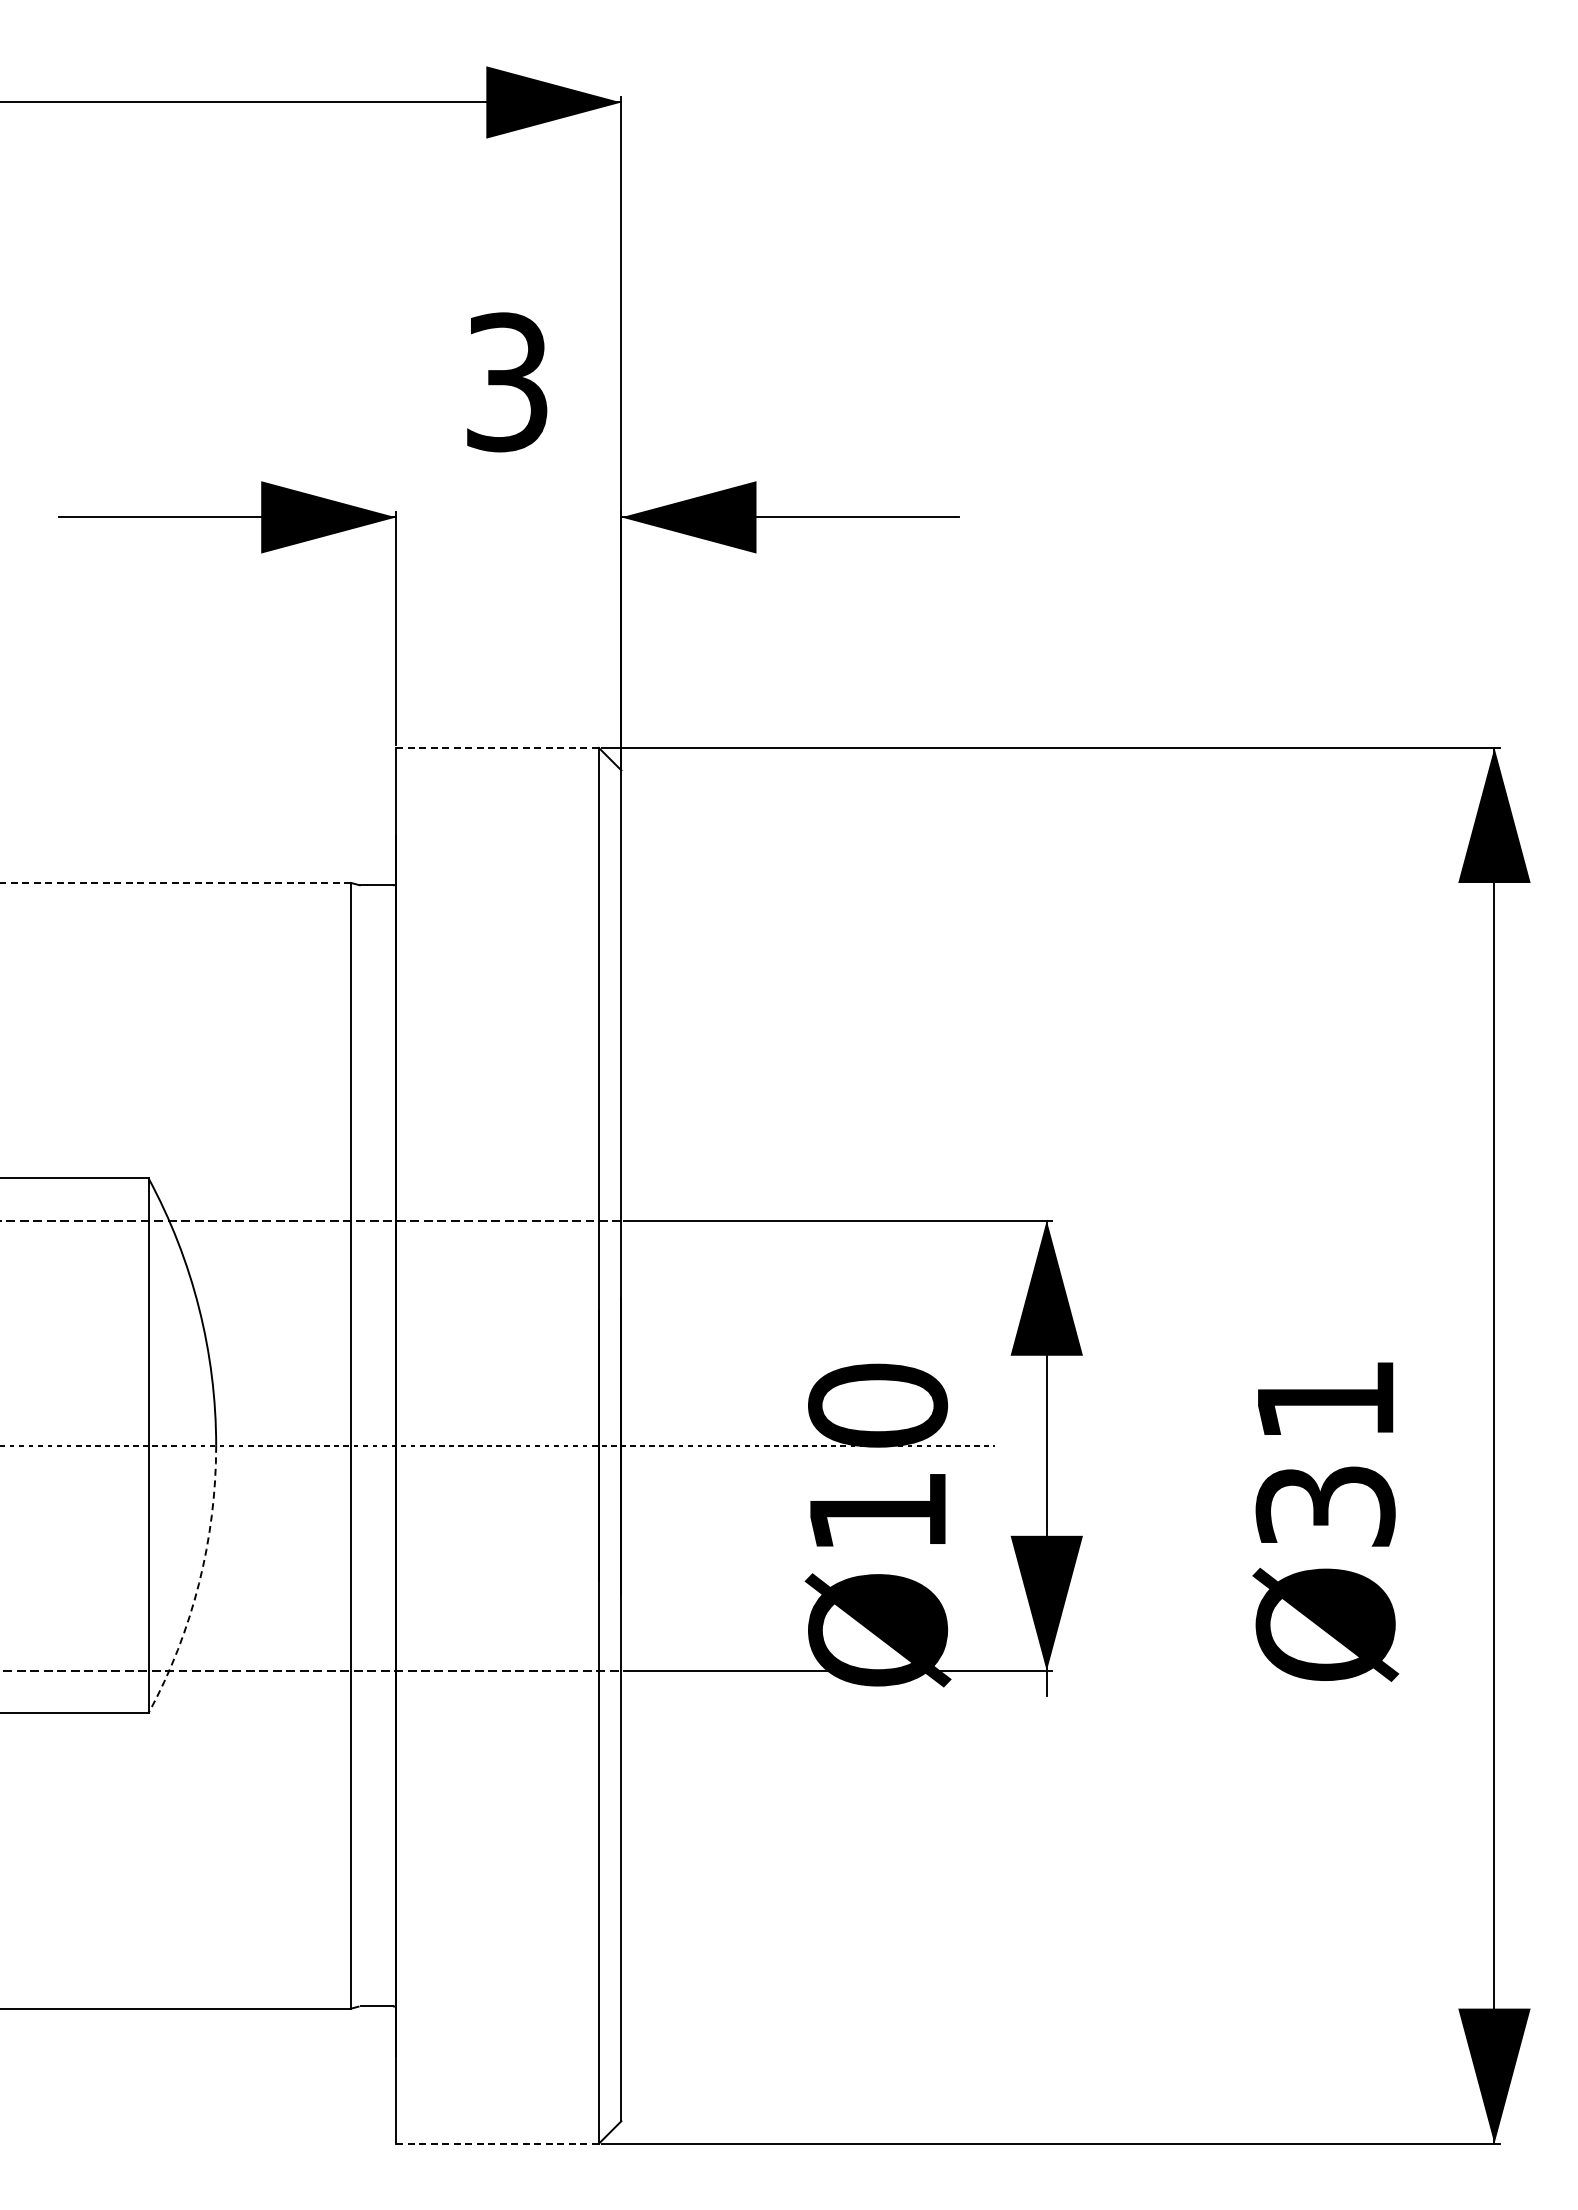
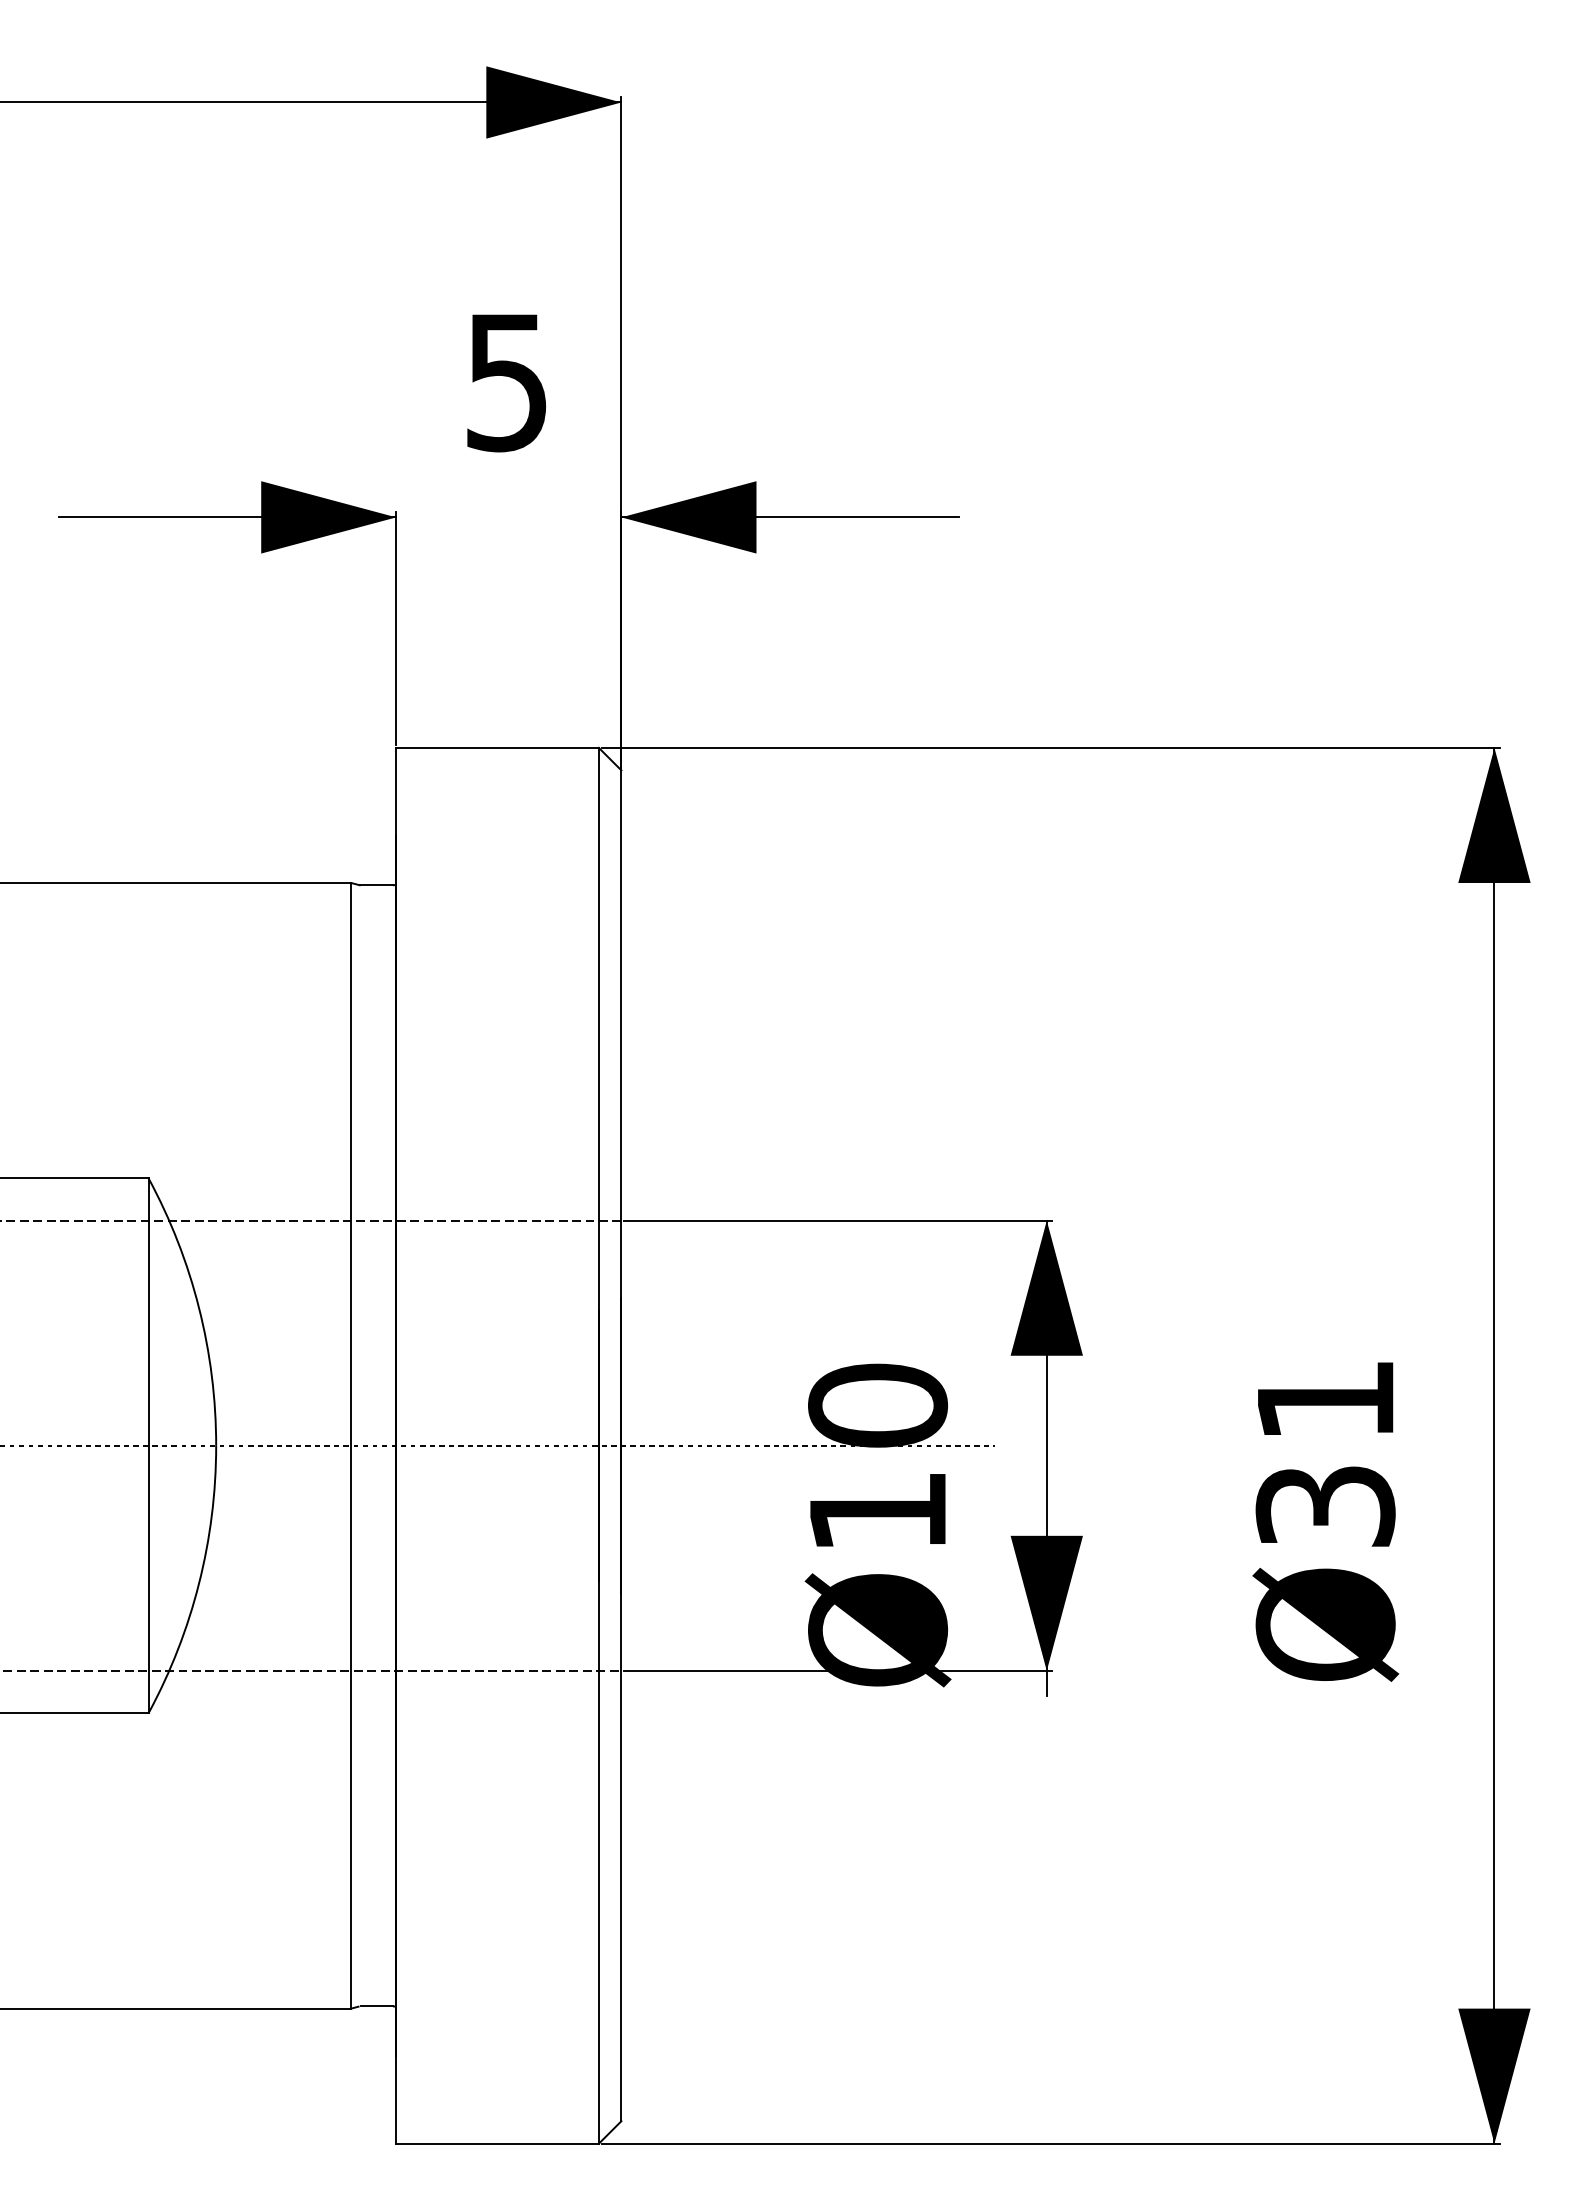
text at (507, 382): 3 -> 5
line at (497, 747): dashed -> solid
line at (175, 882): dashed -> solid
arc at (199, 1583): dashed -> solid
line at (498, 2143): dashed -> solid
